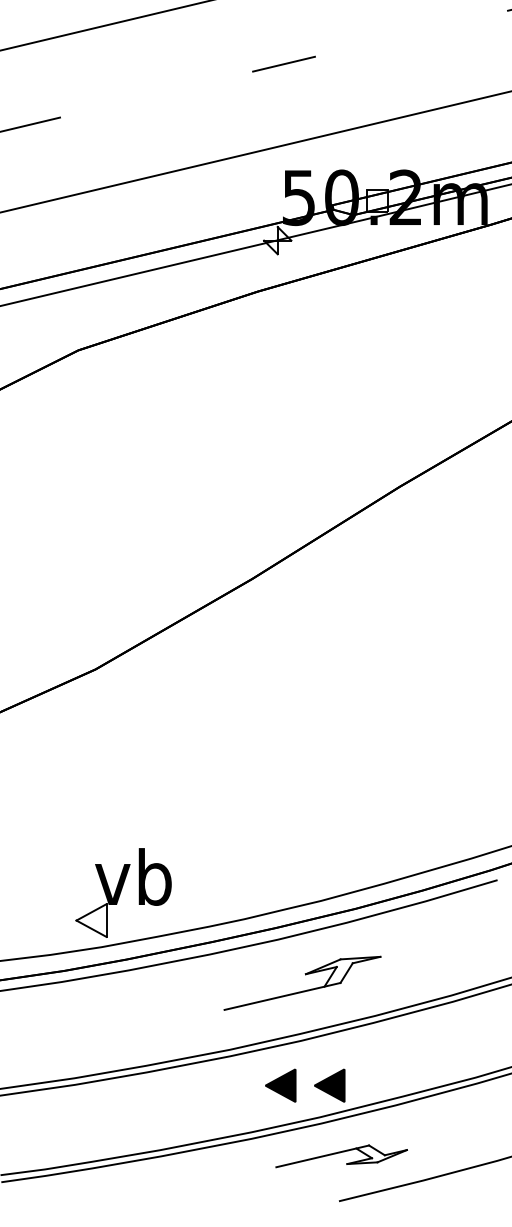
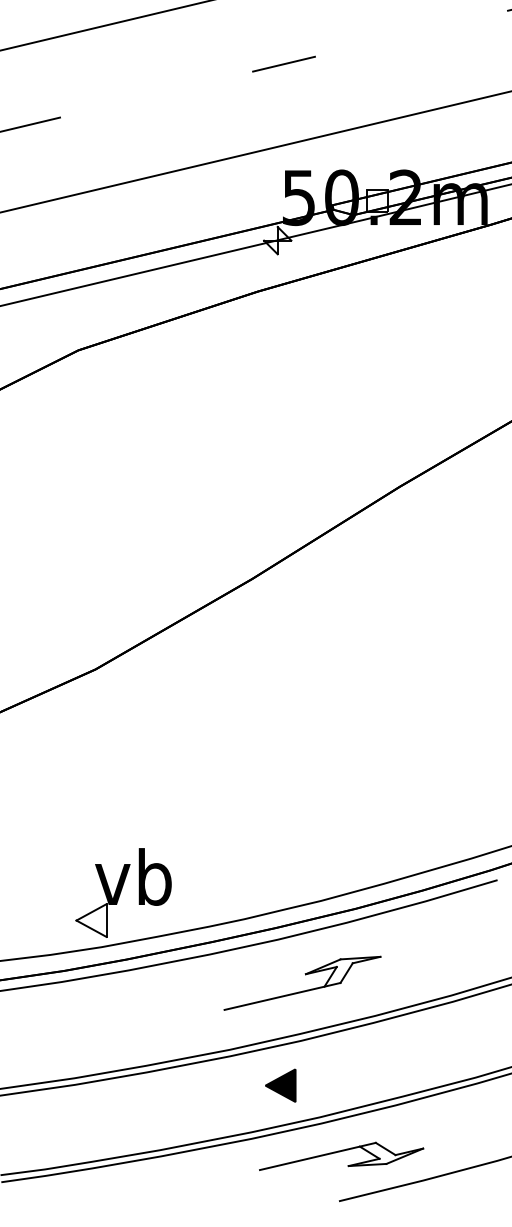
part at (329, 1085): present -> none
part at (341, 1156) size: 133x25 px -> 166x30 px
